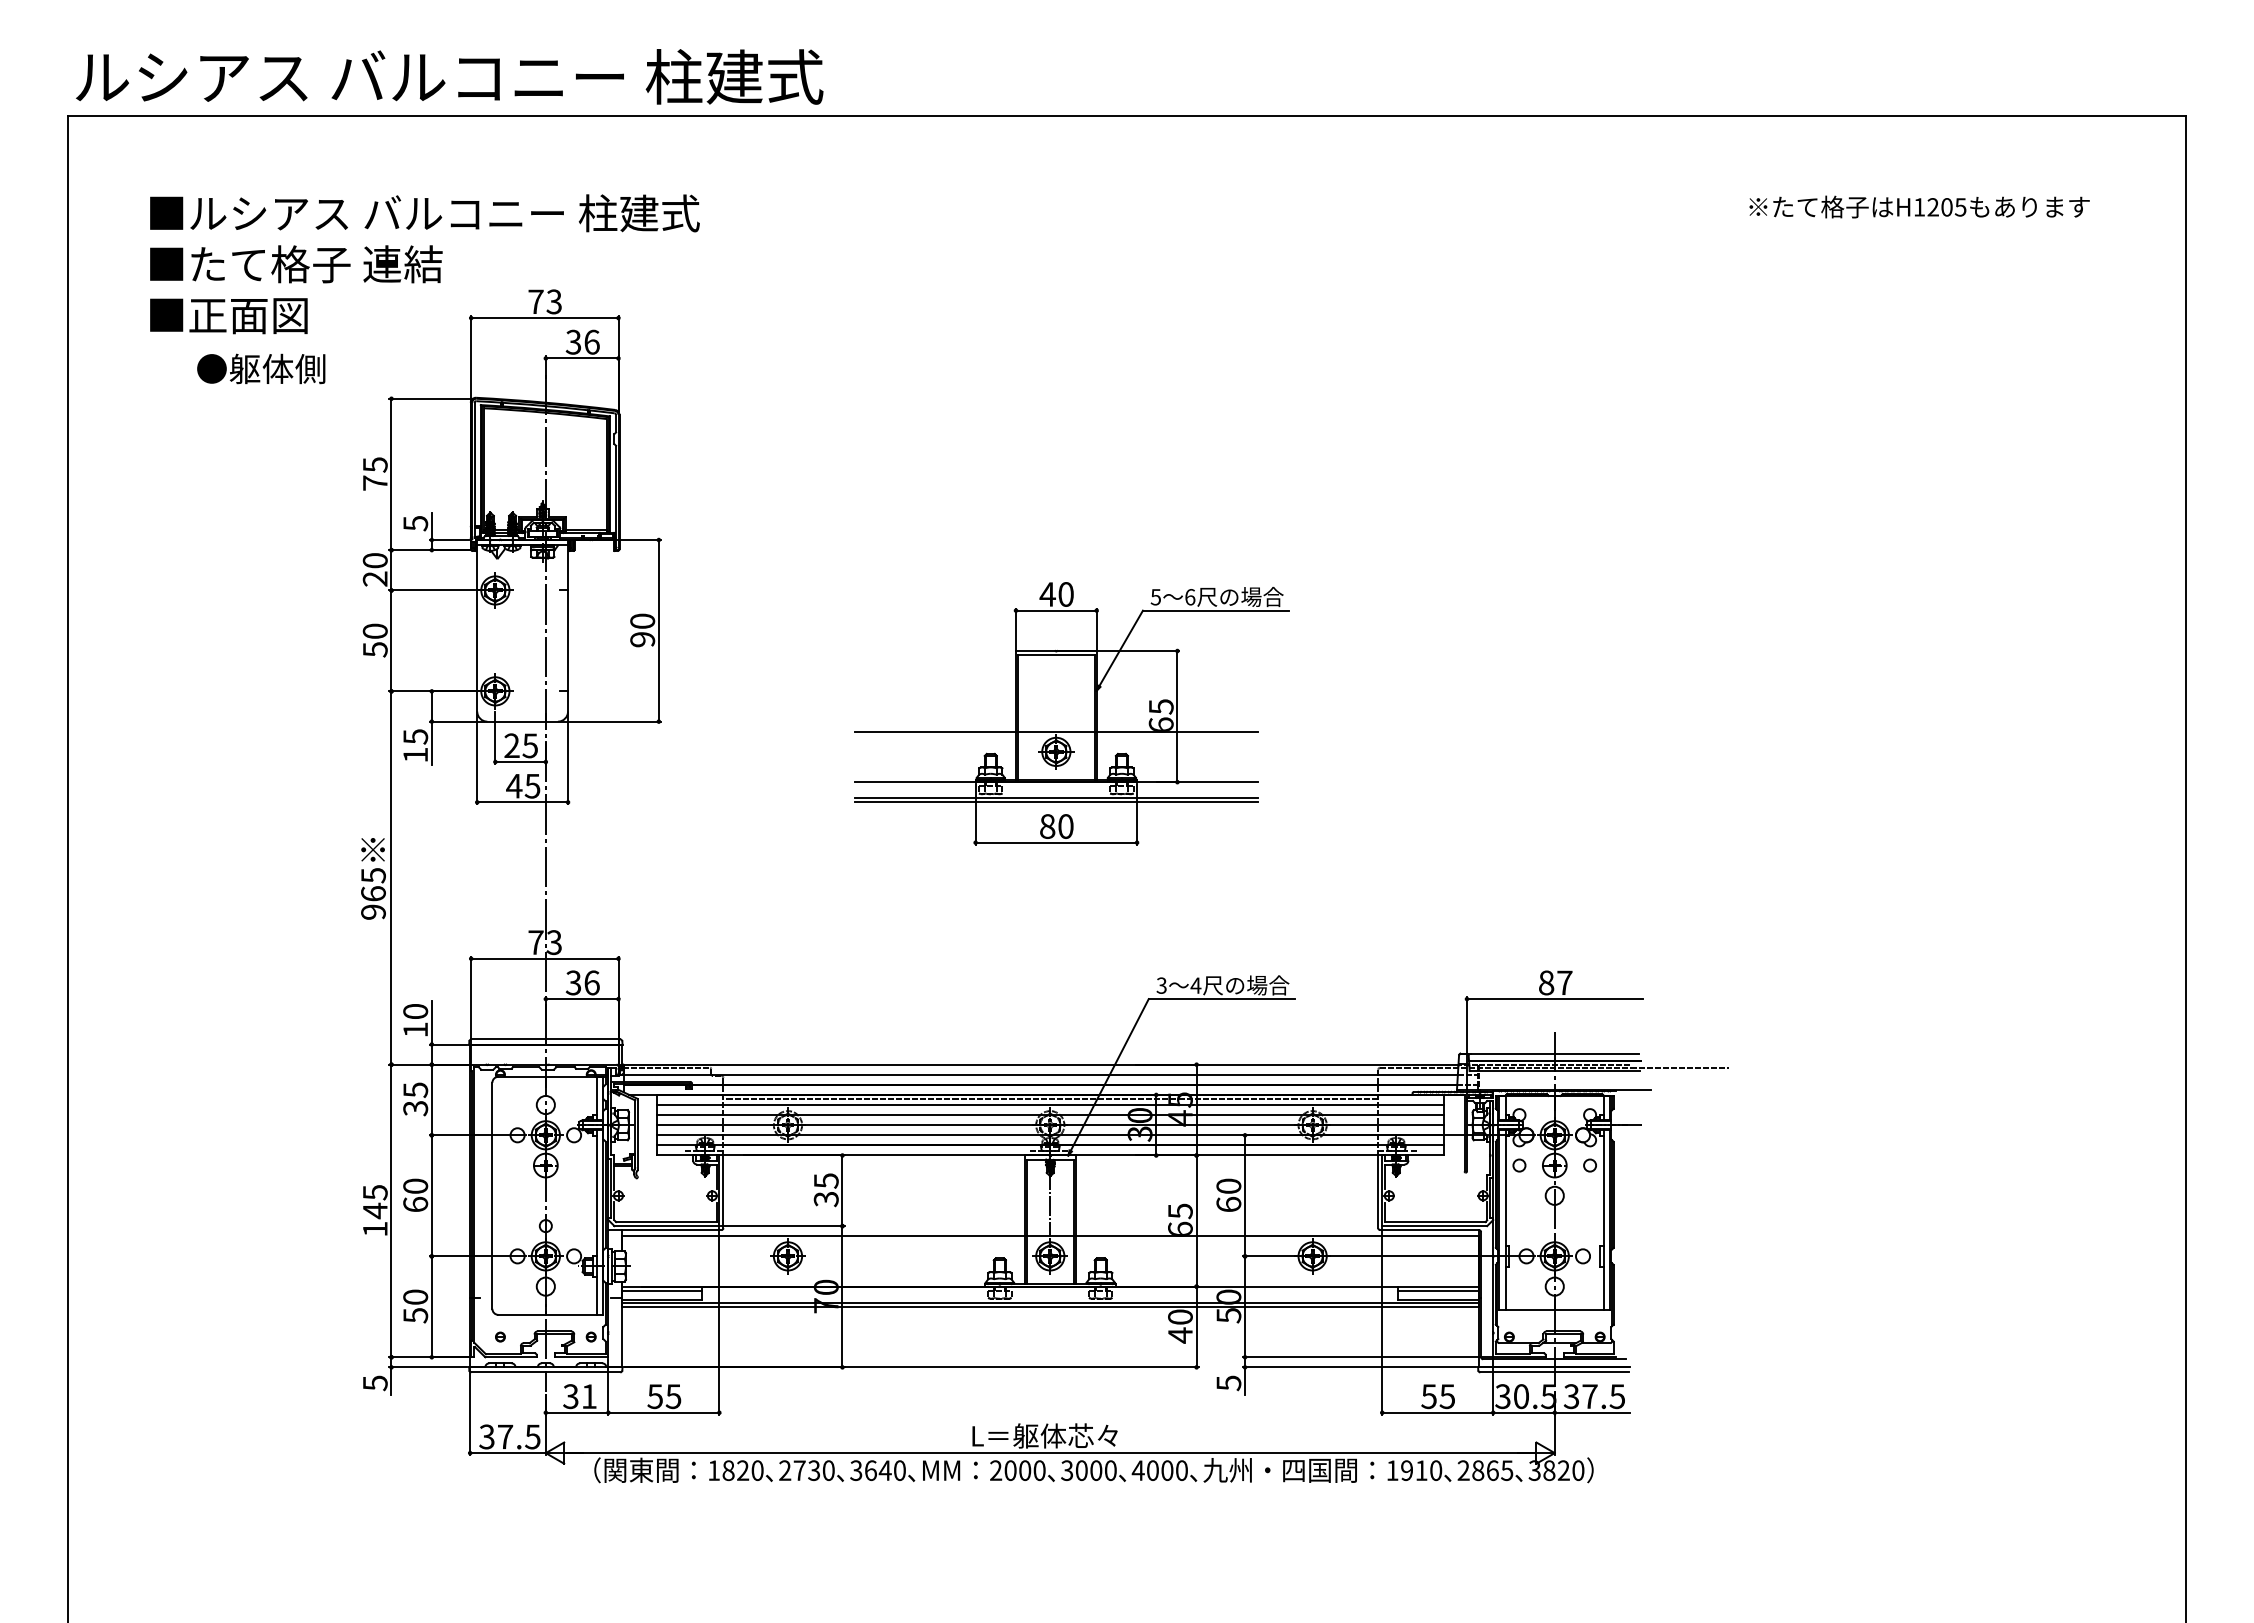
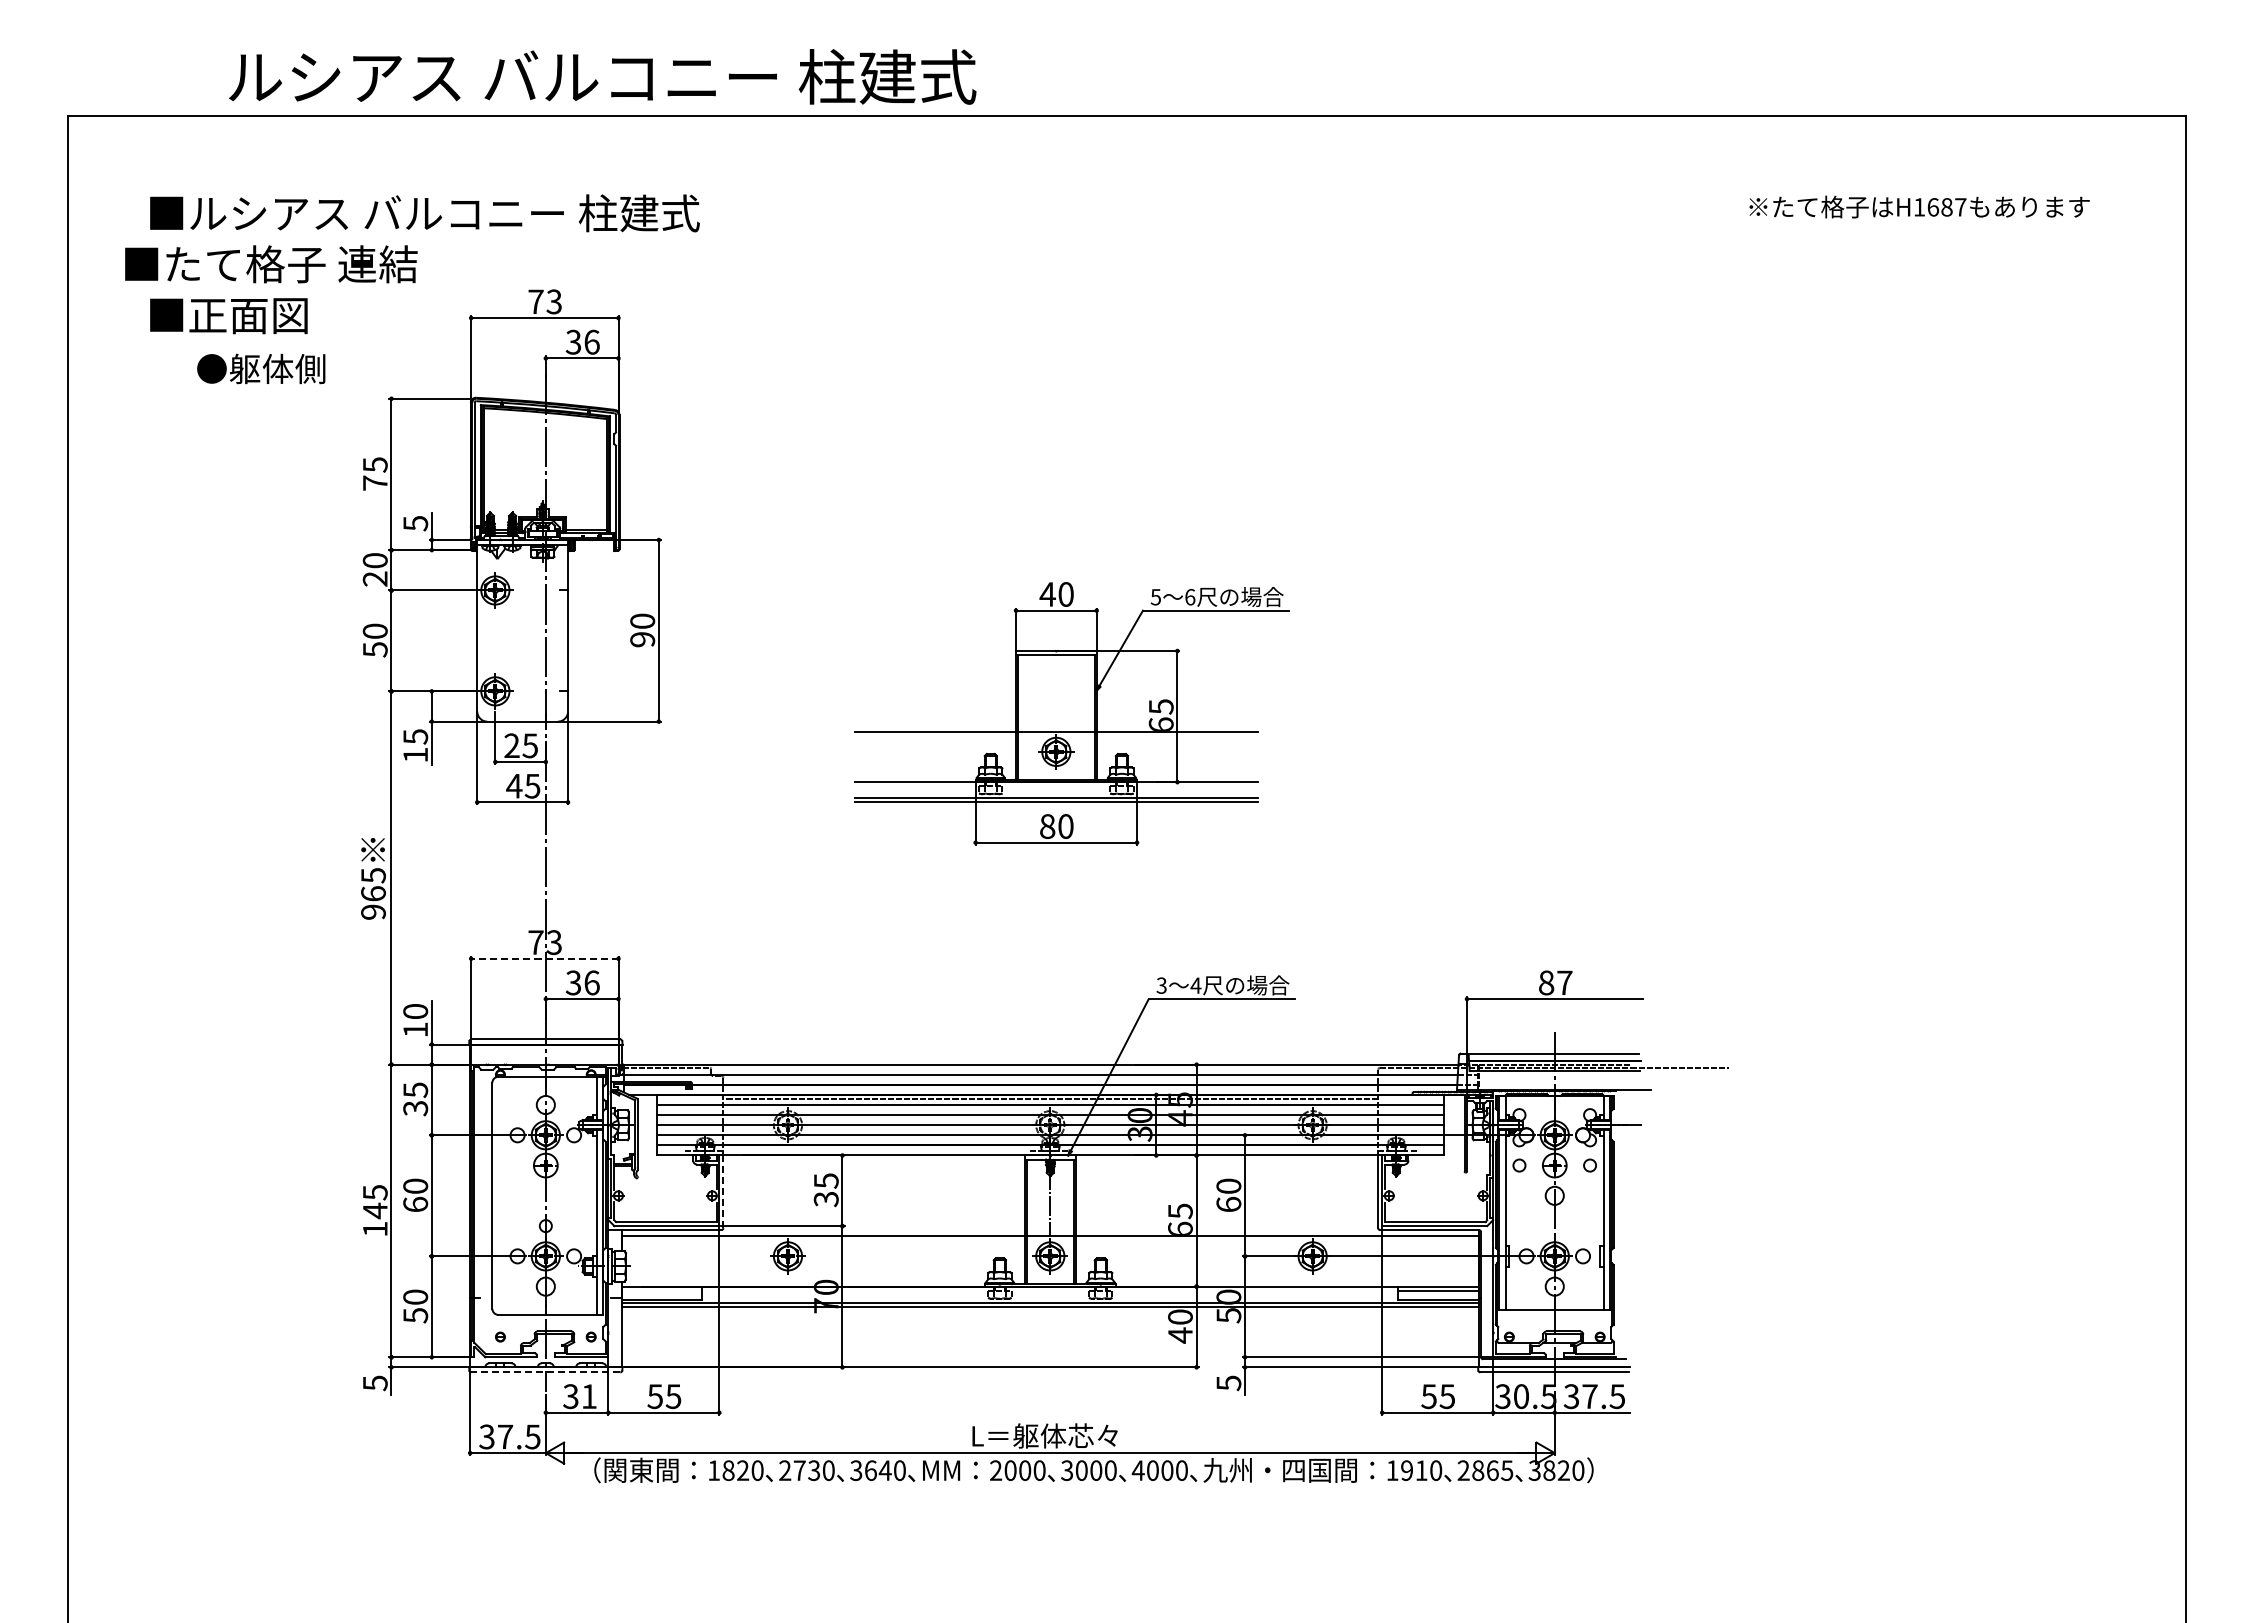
text at (449, 76) position: (449, 76) -> (602, 76)
text at (1946, 207): H1205 -> H1687
text at (296, 264) position: (296, 264) -> (271, 264)
line at (544, 958): solid -> dashed
line at (723, 1192): solid -> dashed
line at (661, 1290): present -> none
line at (545, 1372): solid -> dashed
